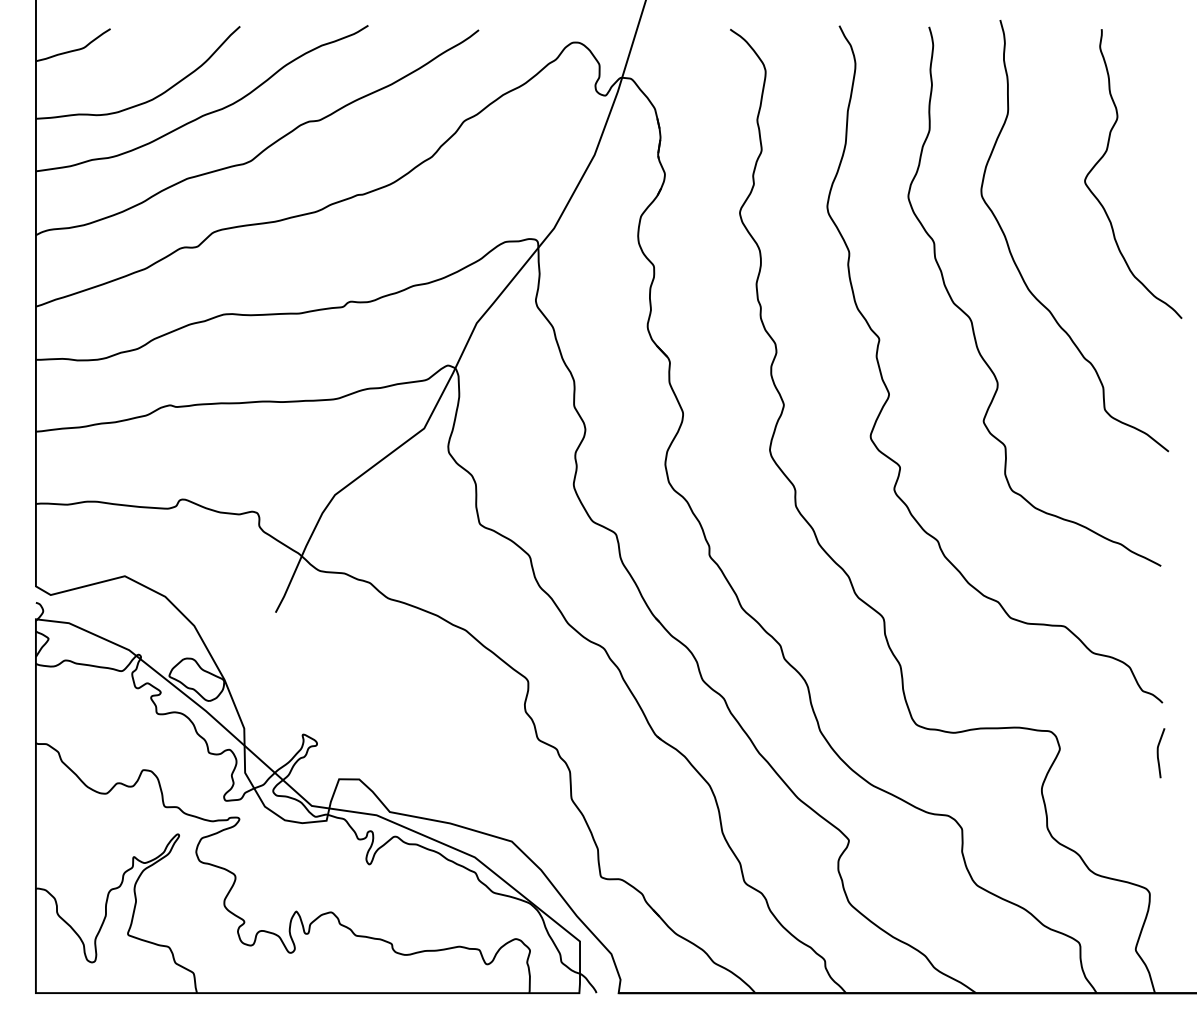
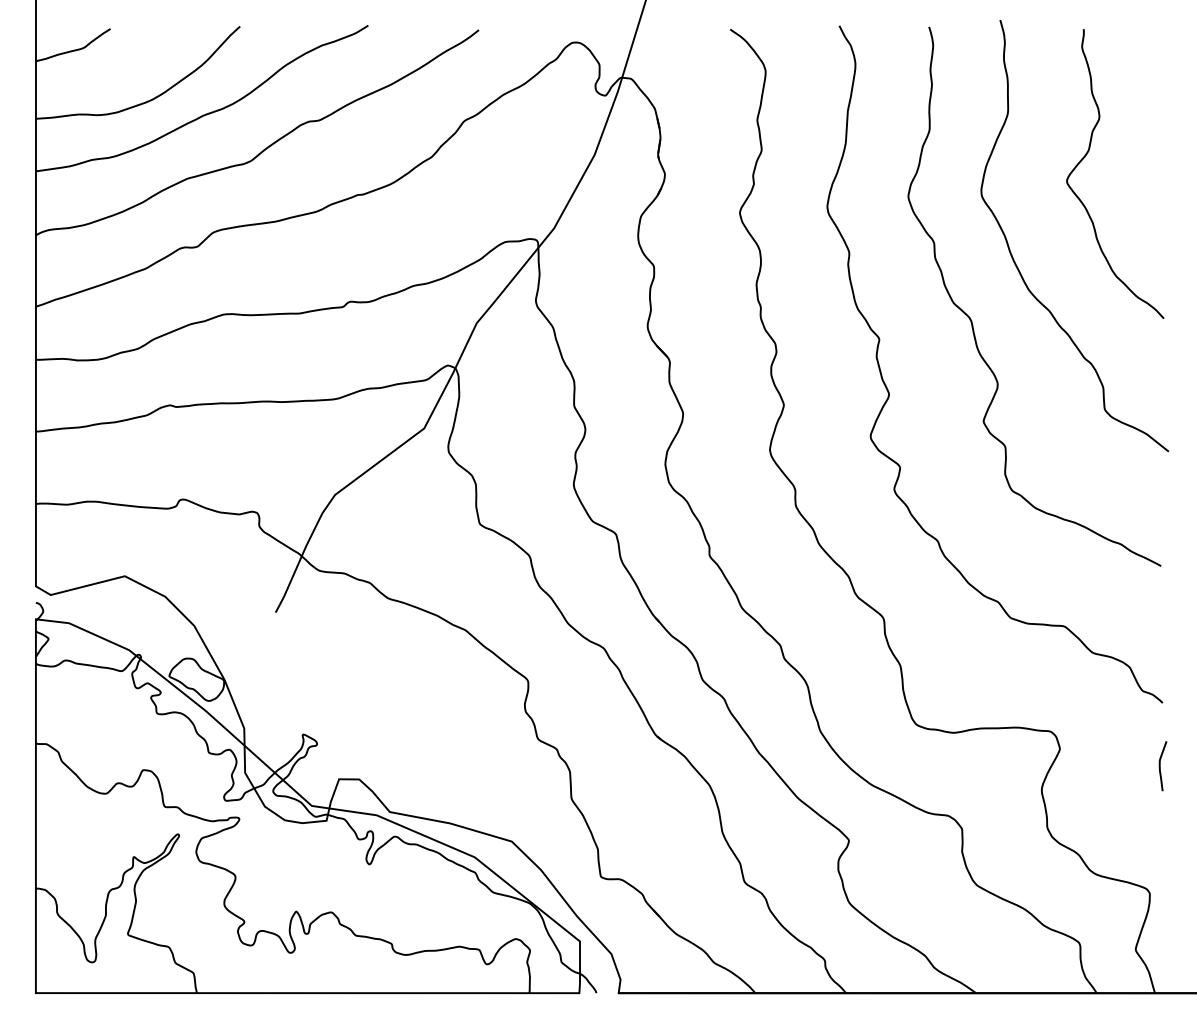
curve at (1105, 154) position: (1105, 154) -> (1087, 154)
curve at (1158, 753) position: (1158, 753) -> (1160, 766)
